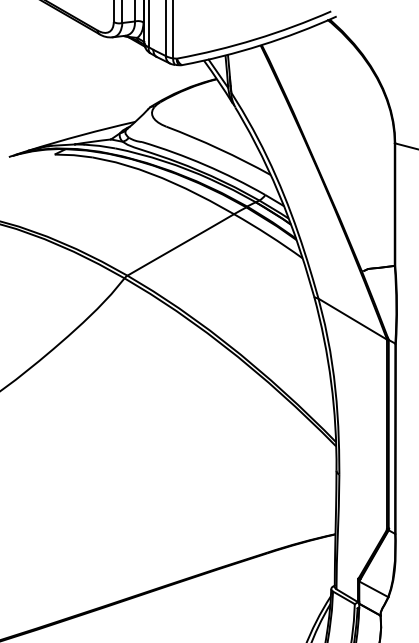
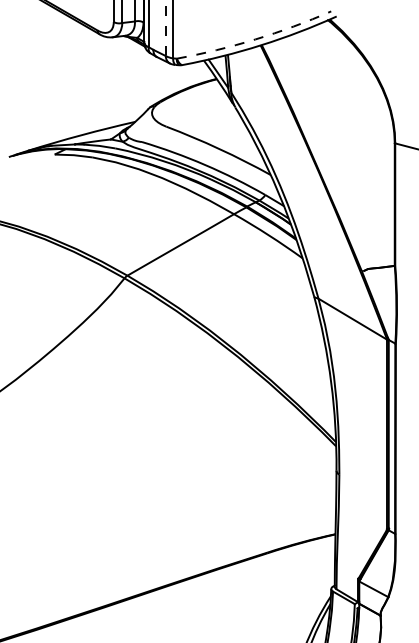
line at (165, 28): solid -> dashed
arc at (255, 39): solid -> dashed
